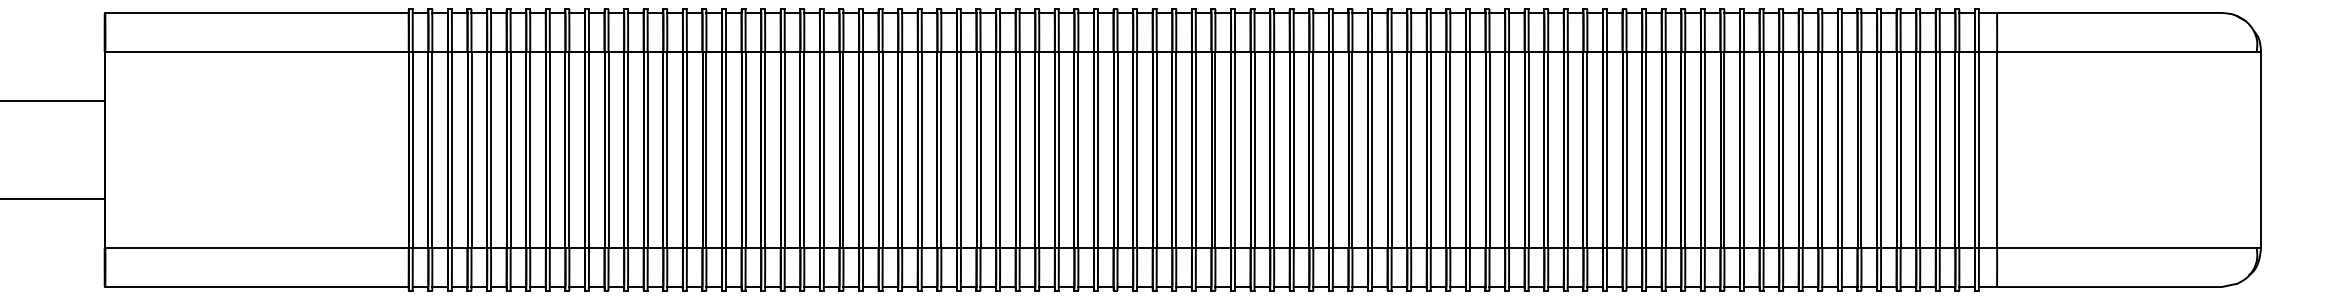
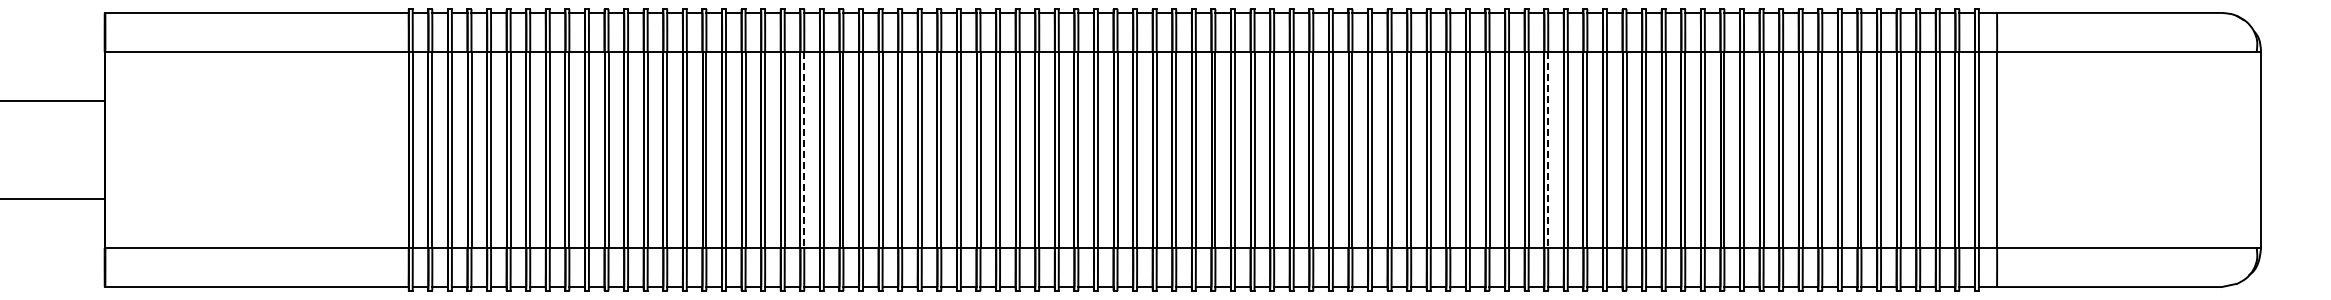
line at (804, 150): solid -> dashed
line at (1548, 150): solid -> dashed
